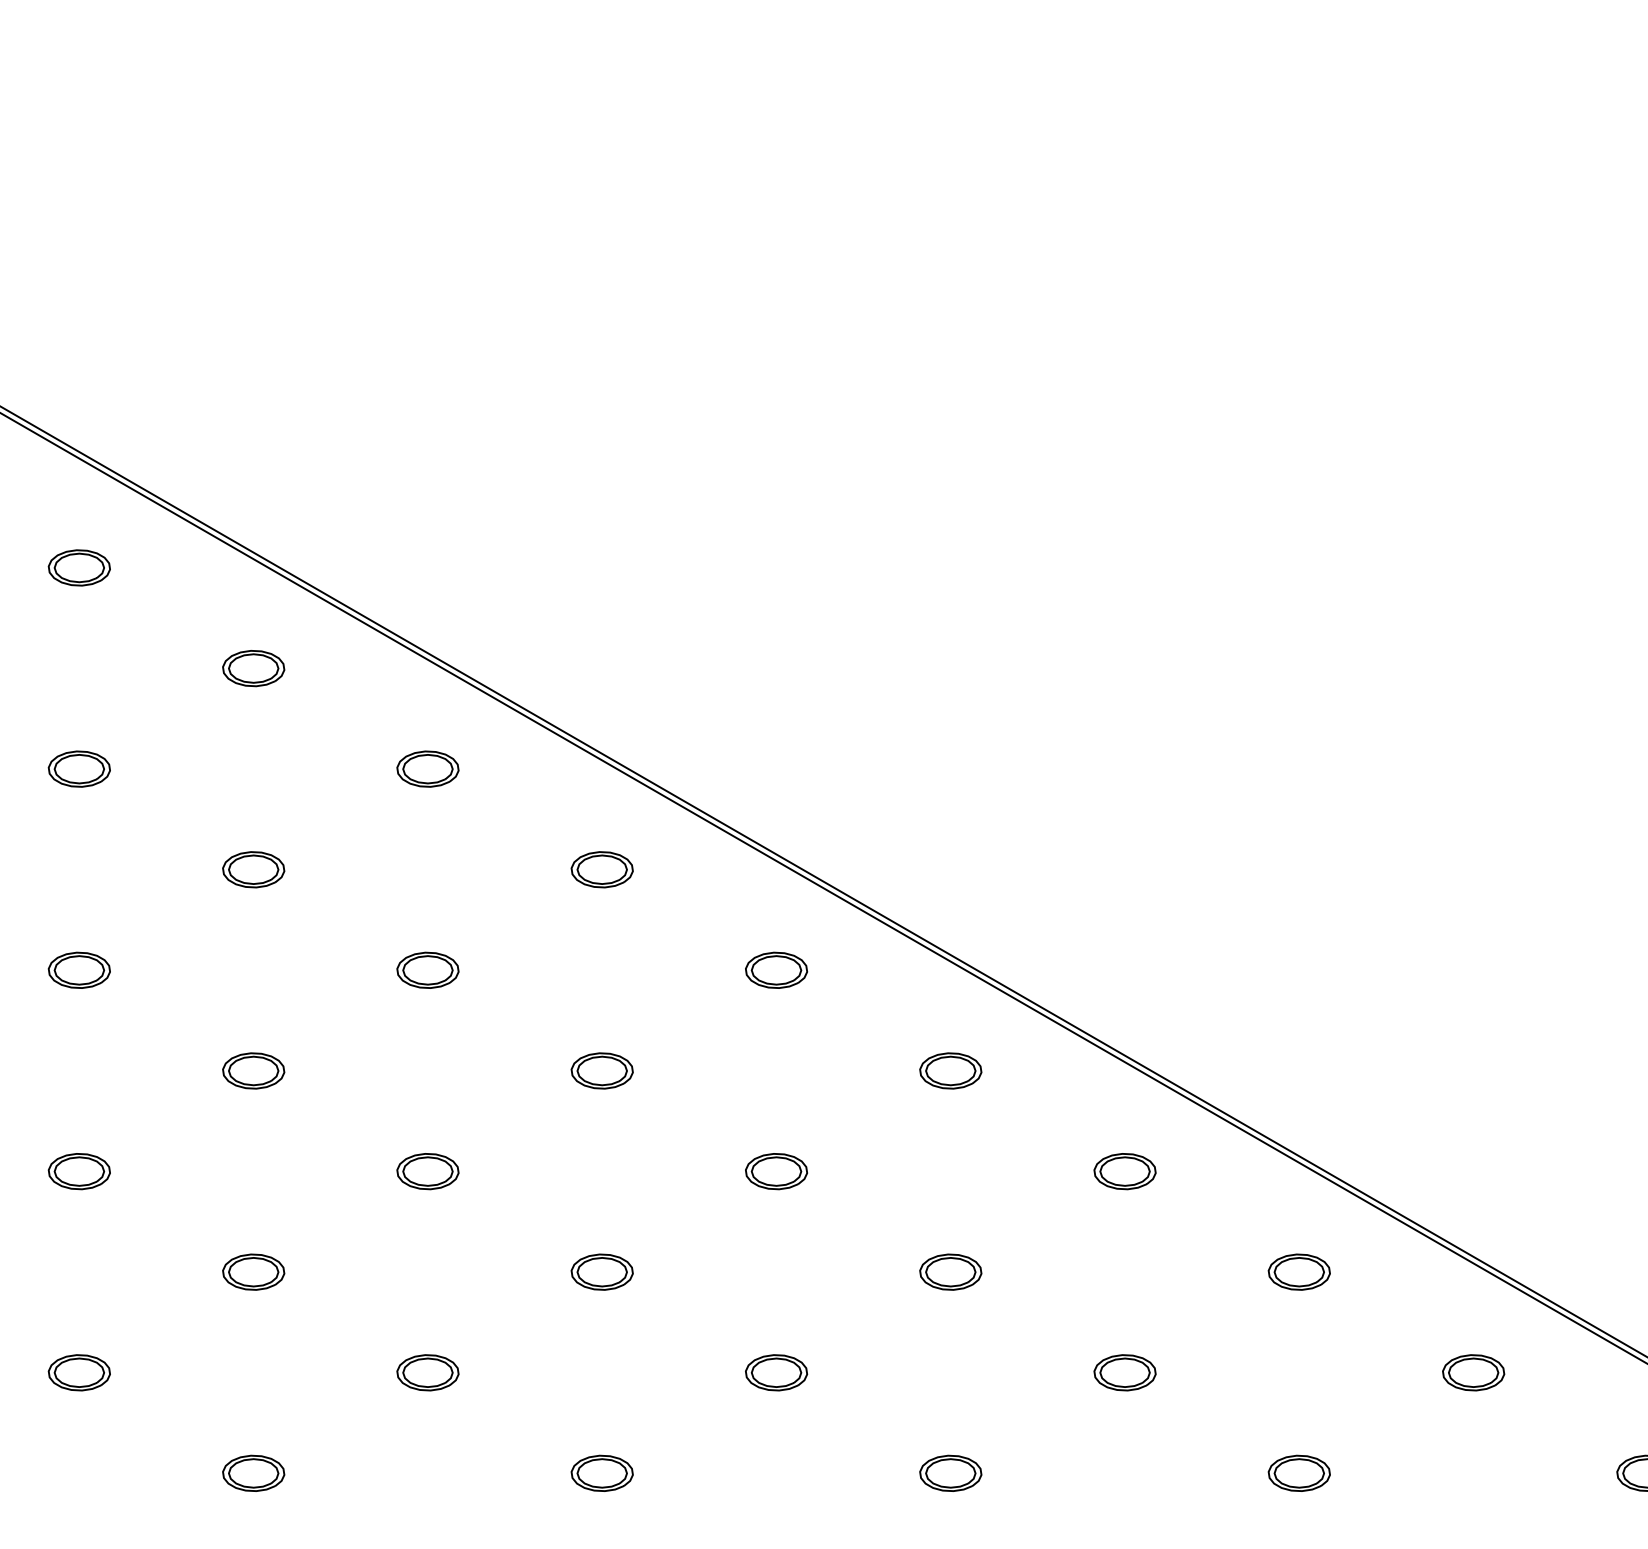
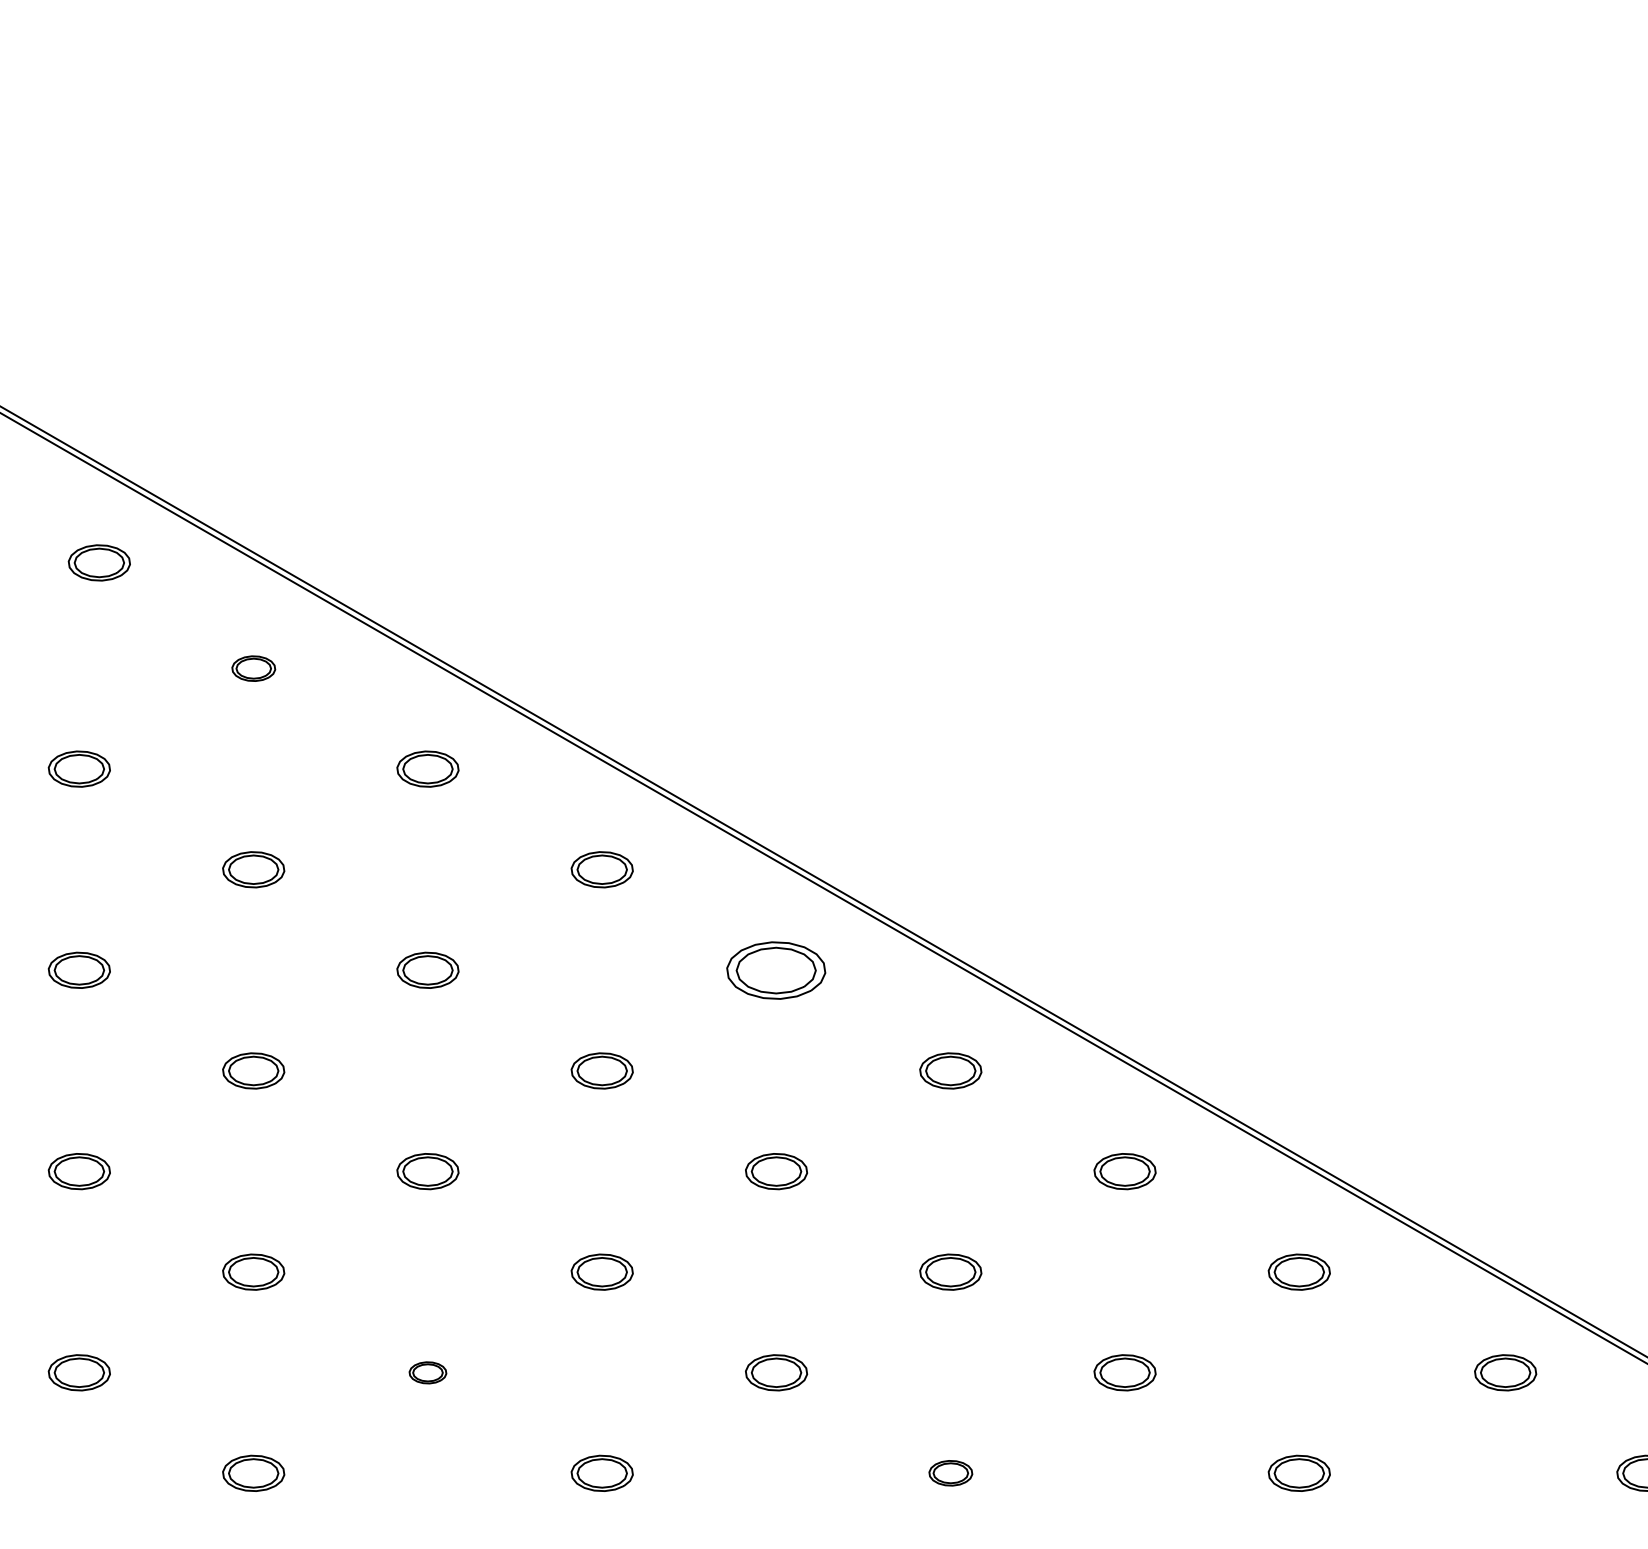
part at (78, 567) position: (78, 567) -> (98, 562)
part at (253, 668) size: 64x38 px -> 46x27 px
part at (776, 969) size: 64x38 px -> 101x59 px
part at (427, 1372) size: 64x38 px -> 40x24 px
part at (1473, 1372) position: (1473, 1372) -> (1505, 1372)
part at (950, 1472) size: 64x38 px -> 46x27 px
